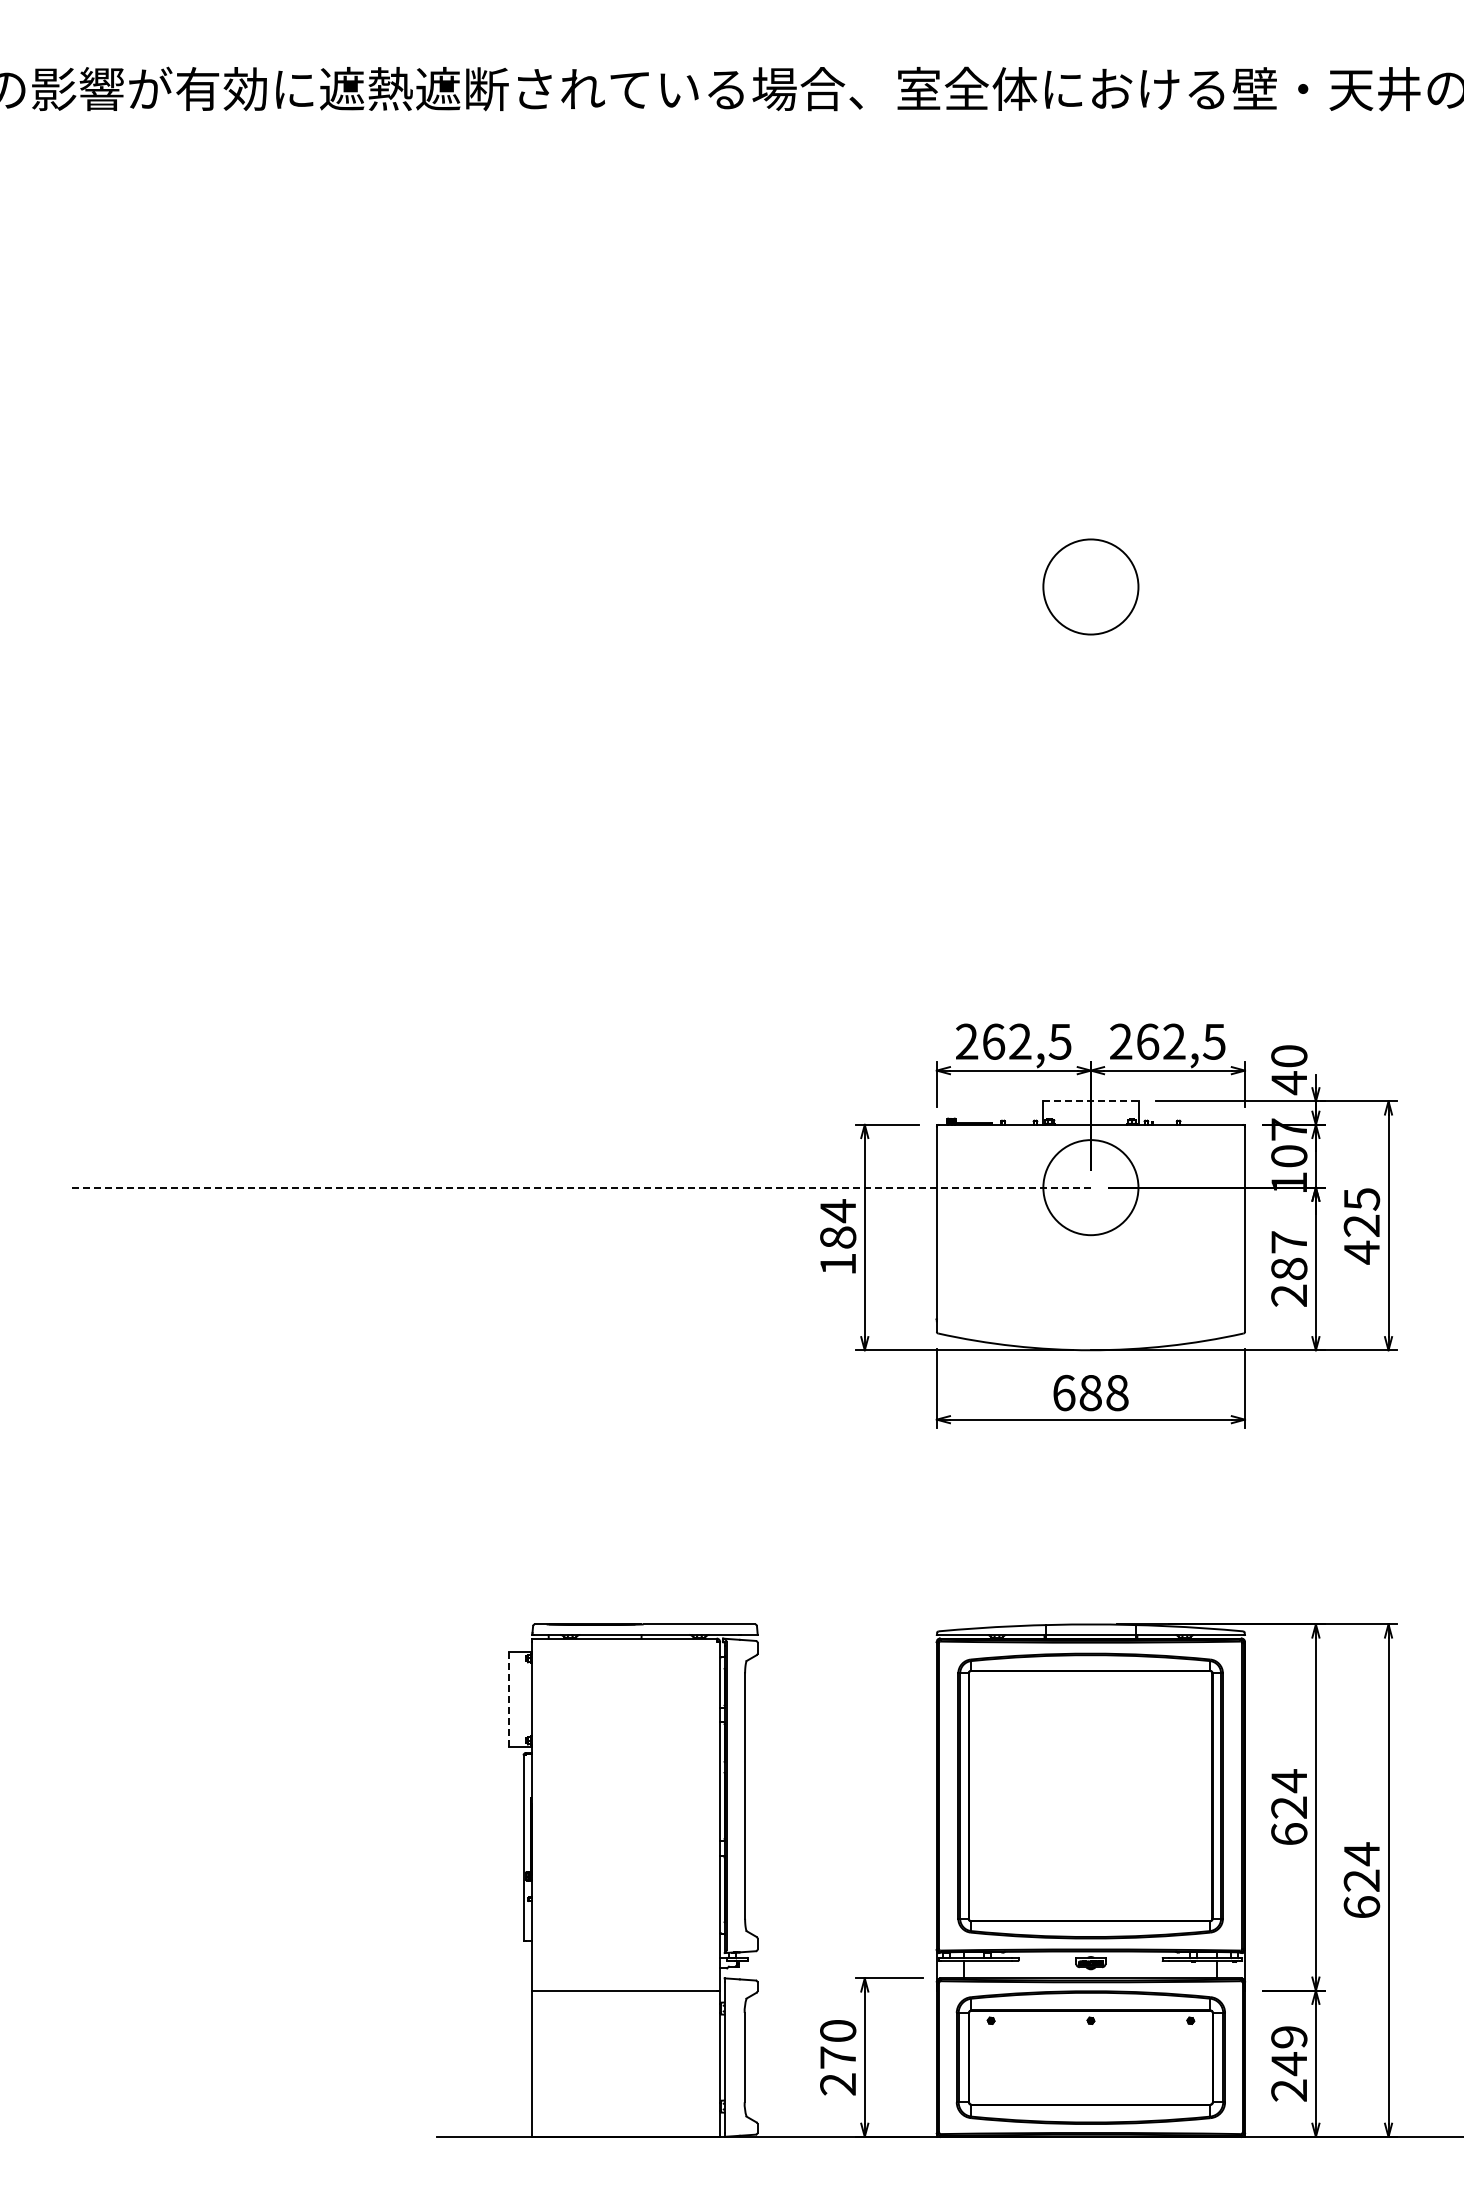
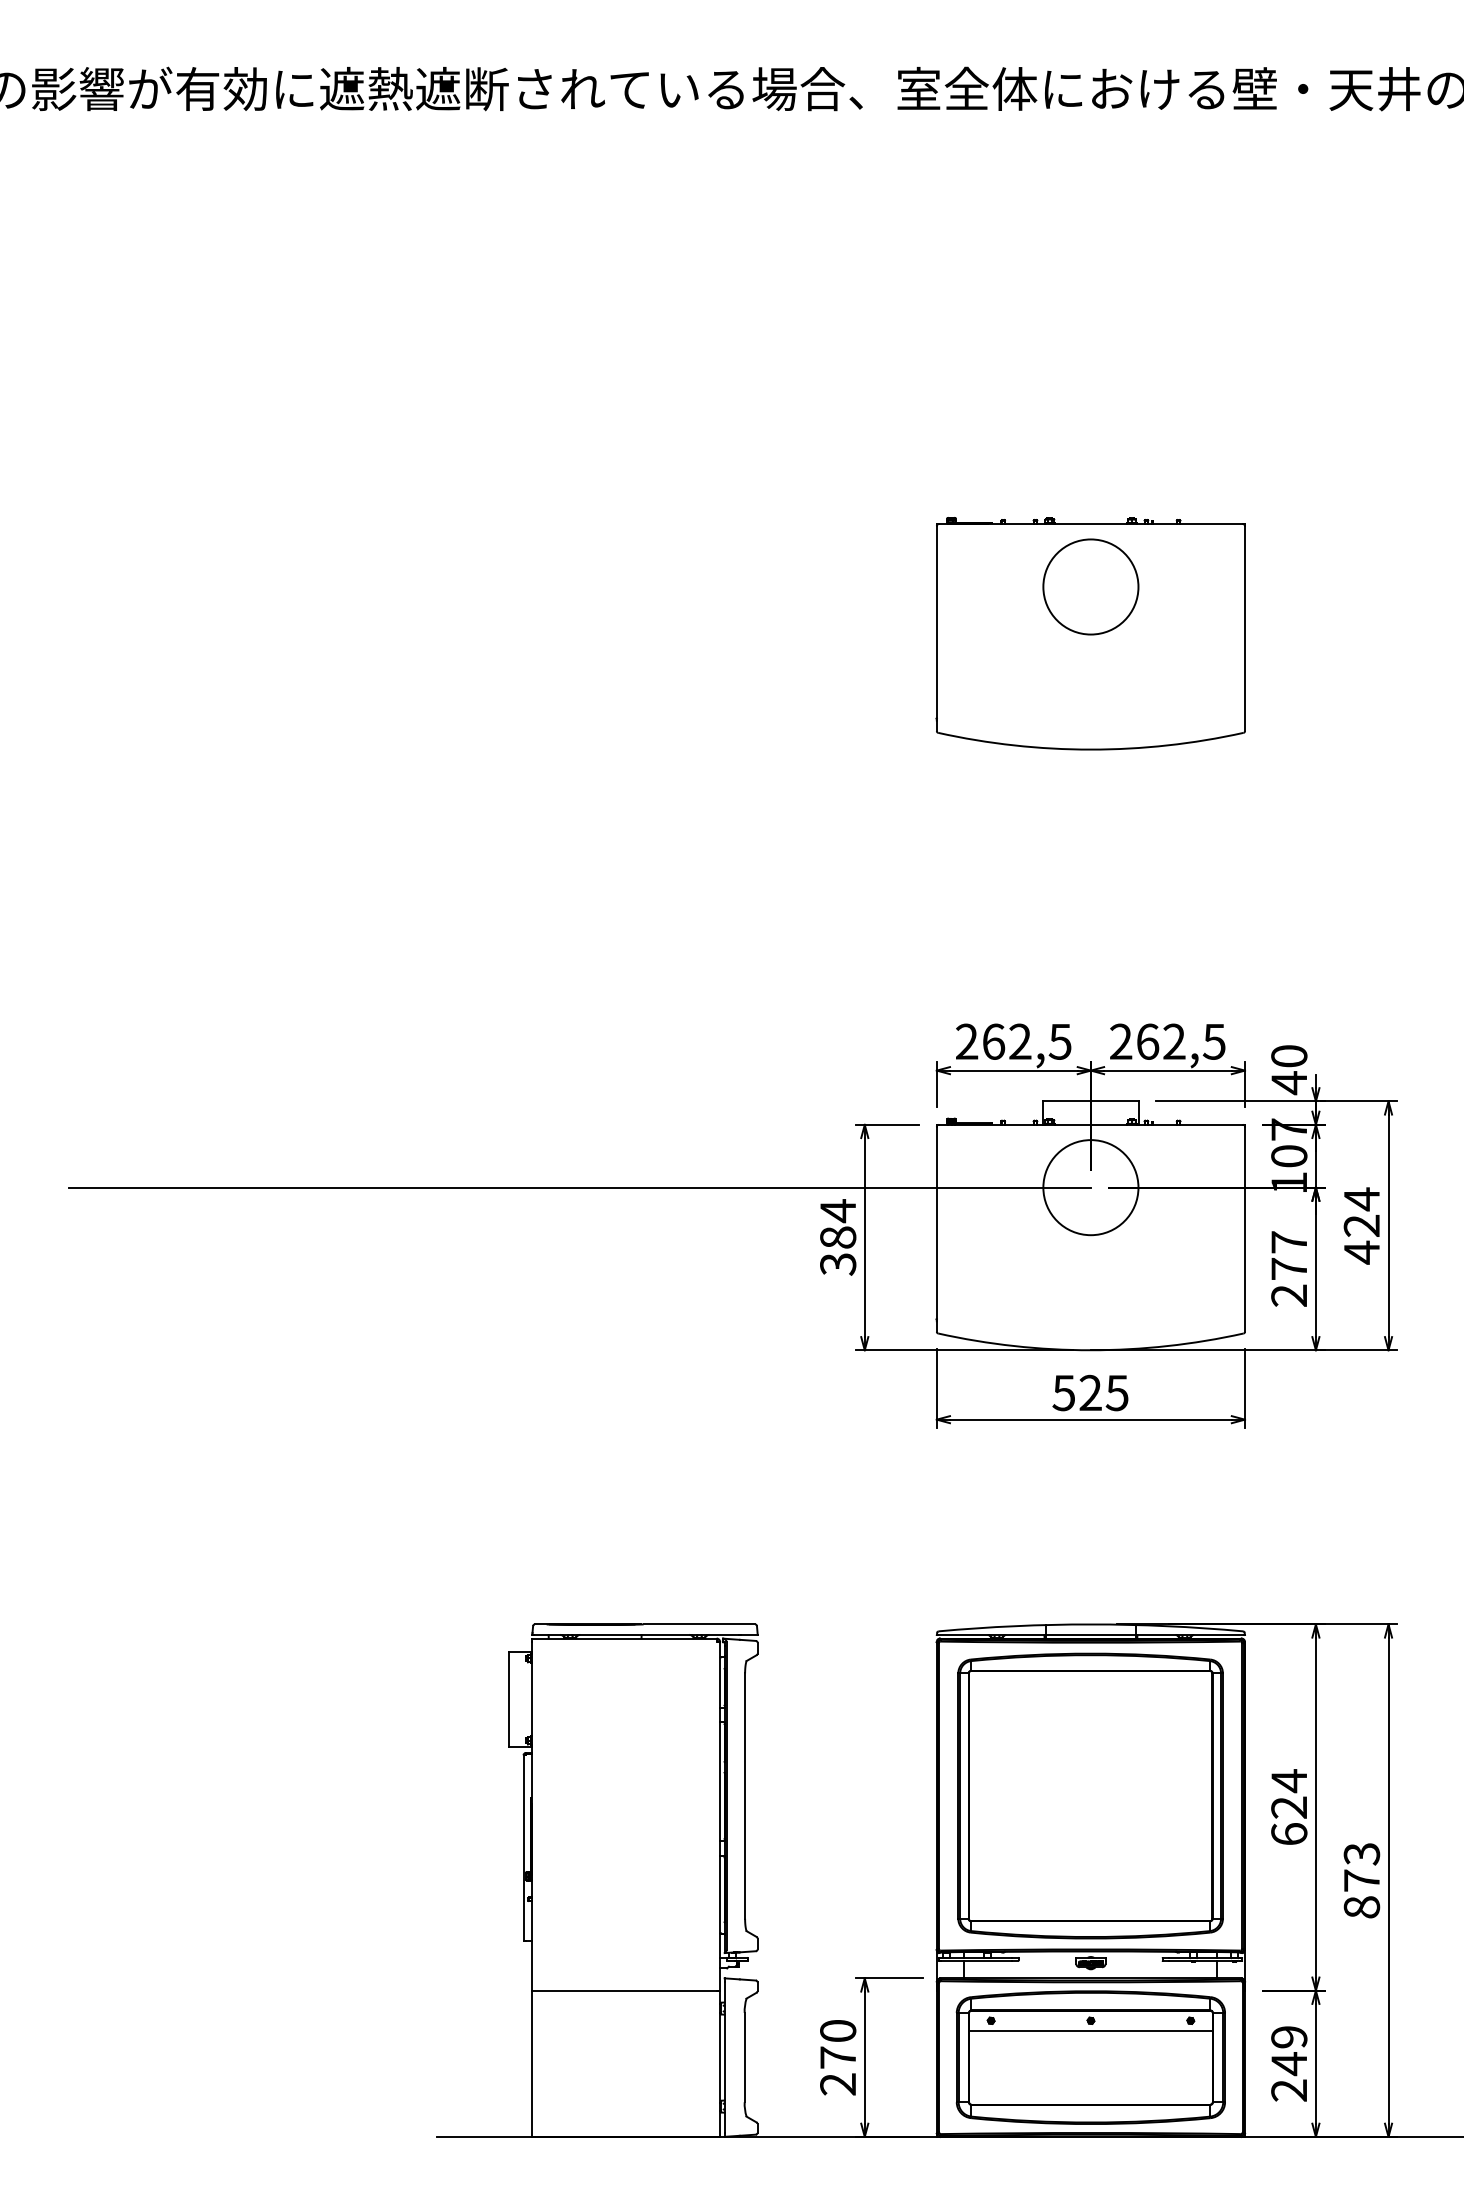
part at (1090, 633): none -> present
line at (1090, 1101): dashed -> solid
line at (580, 1187): dashed -> solid
text at (1362, 1199): 425 -> 424
text at (838, 1264): 184 -> 384
text at (1289, 1268): 287 -> 277
text at (1090, 1392): 688 -> 525
line at (508, 1699): dashed -> solid
text at (1361, 1880): 624 -> 873
line at (1090, 2030): none -> present
